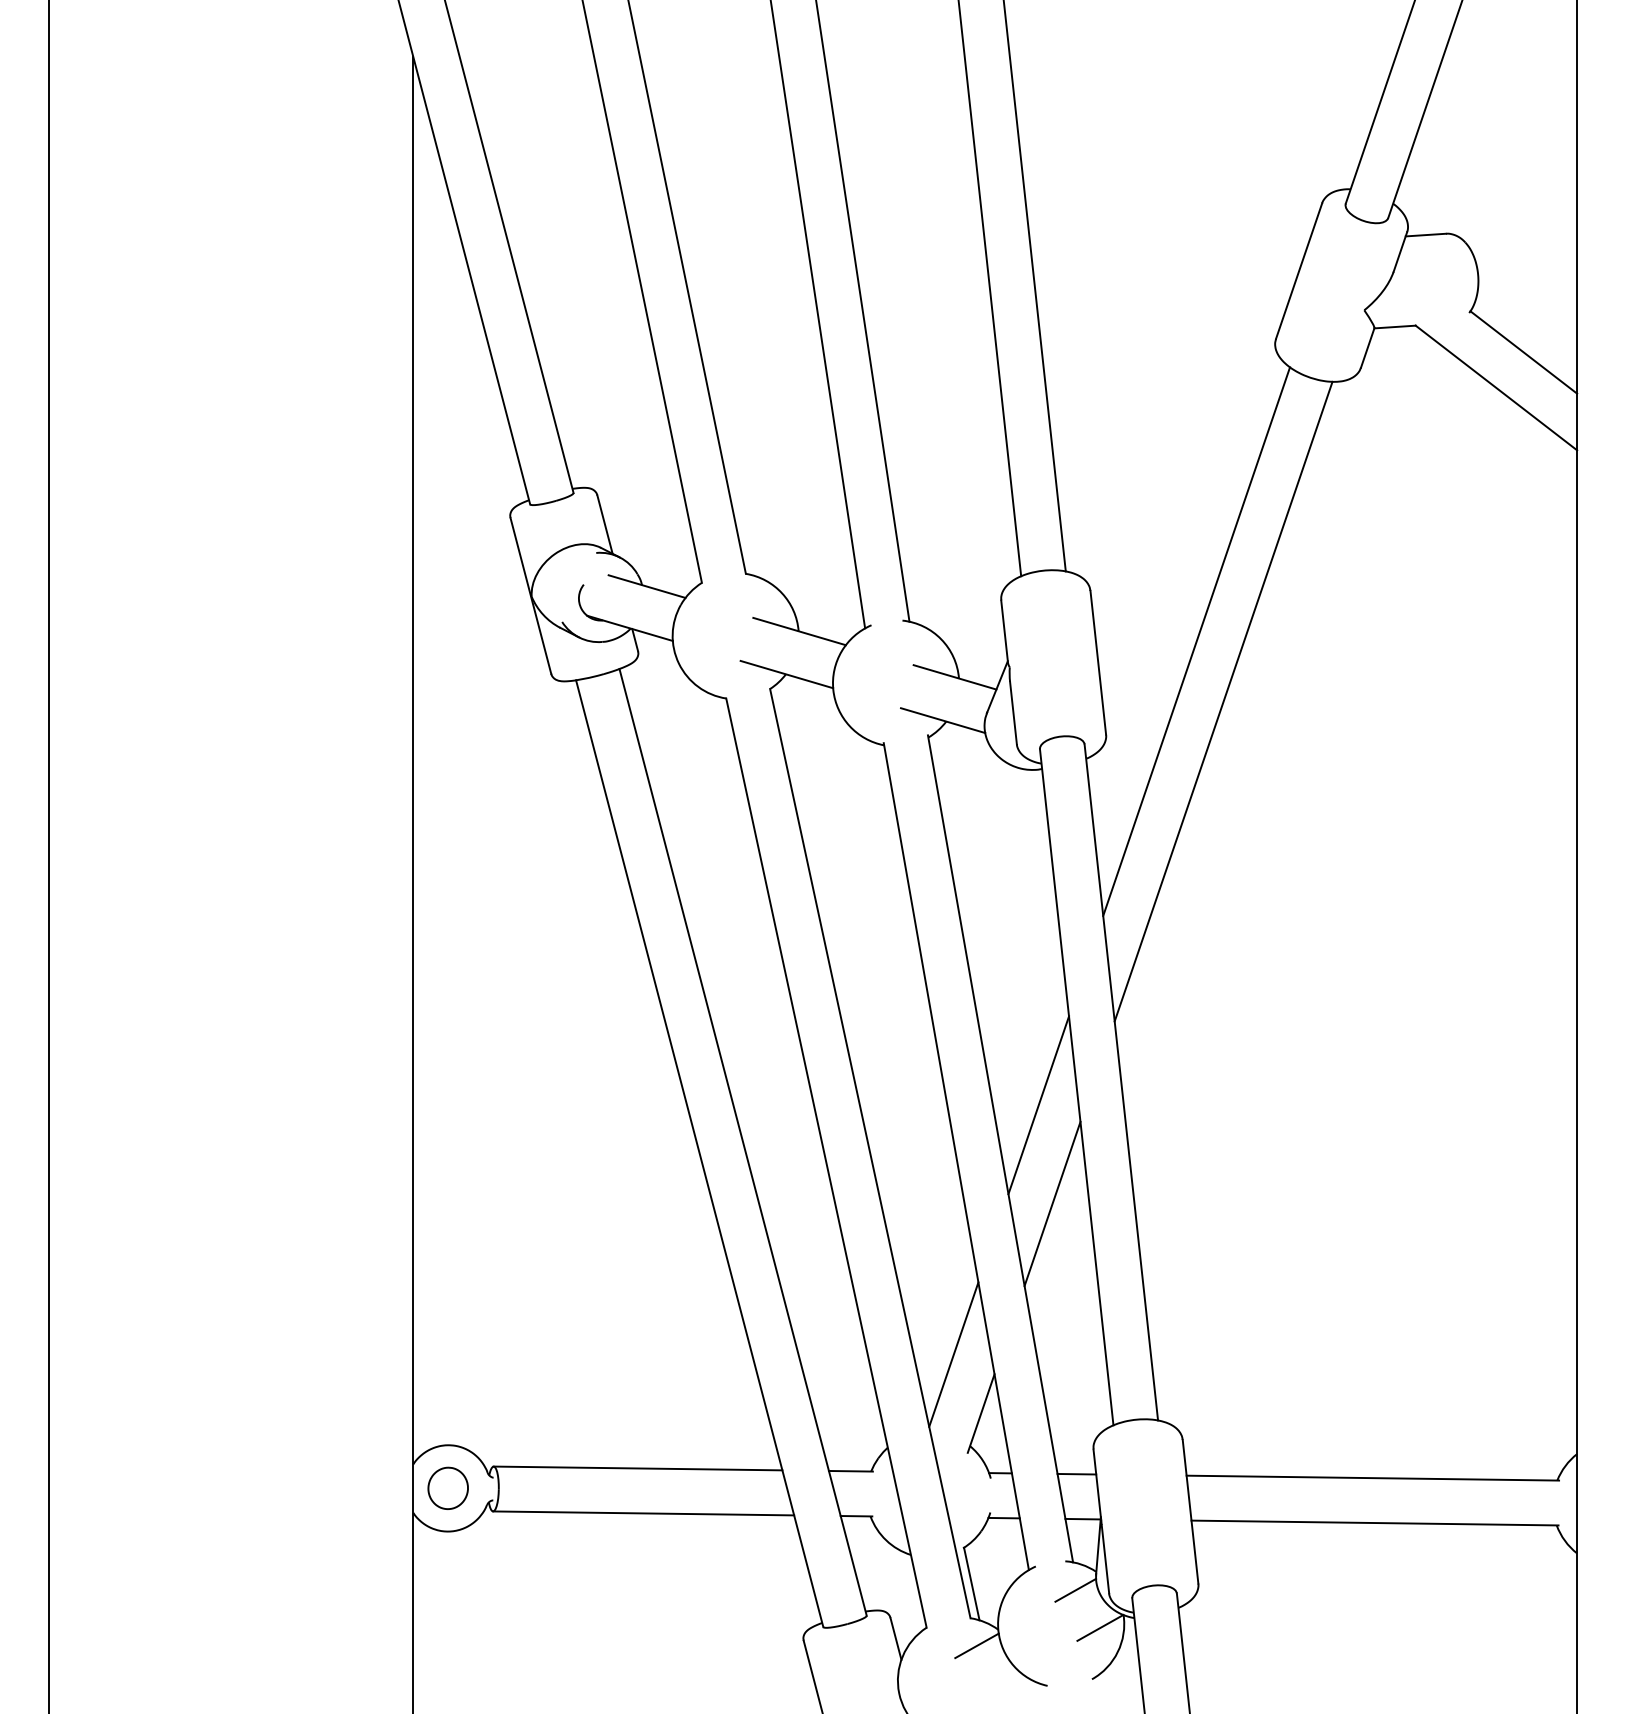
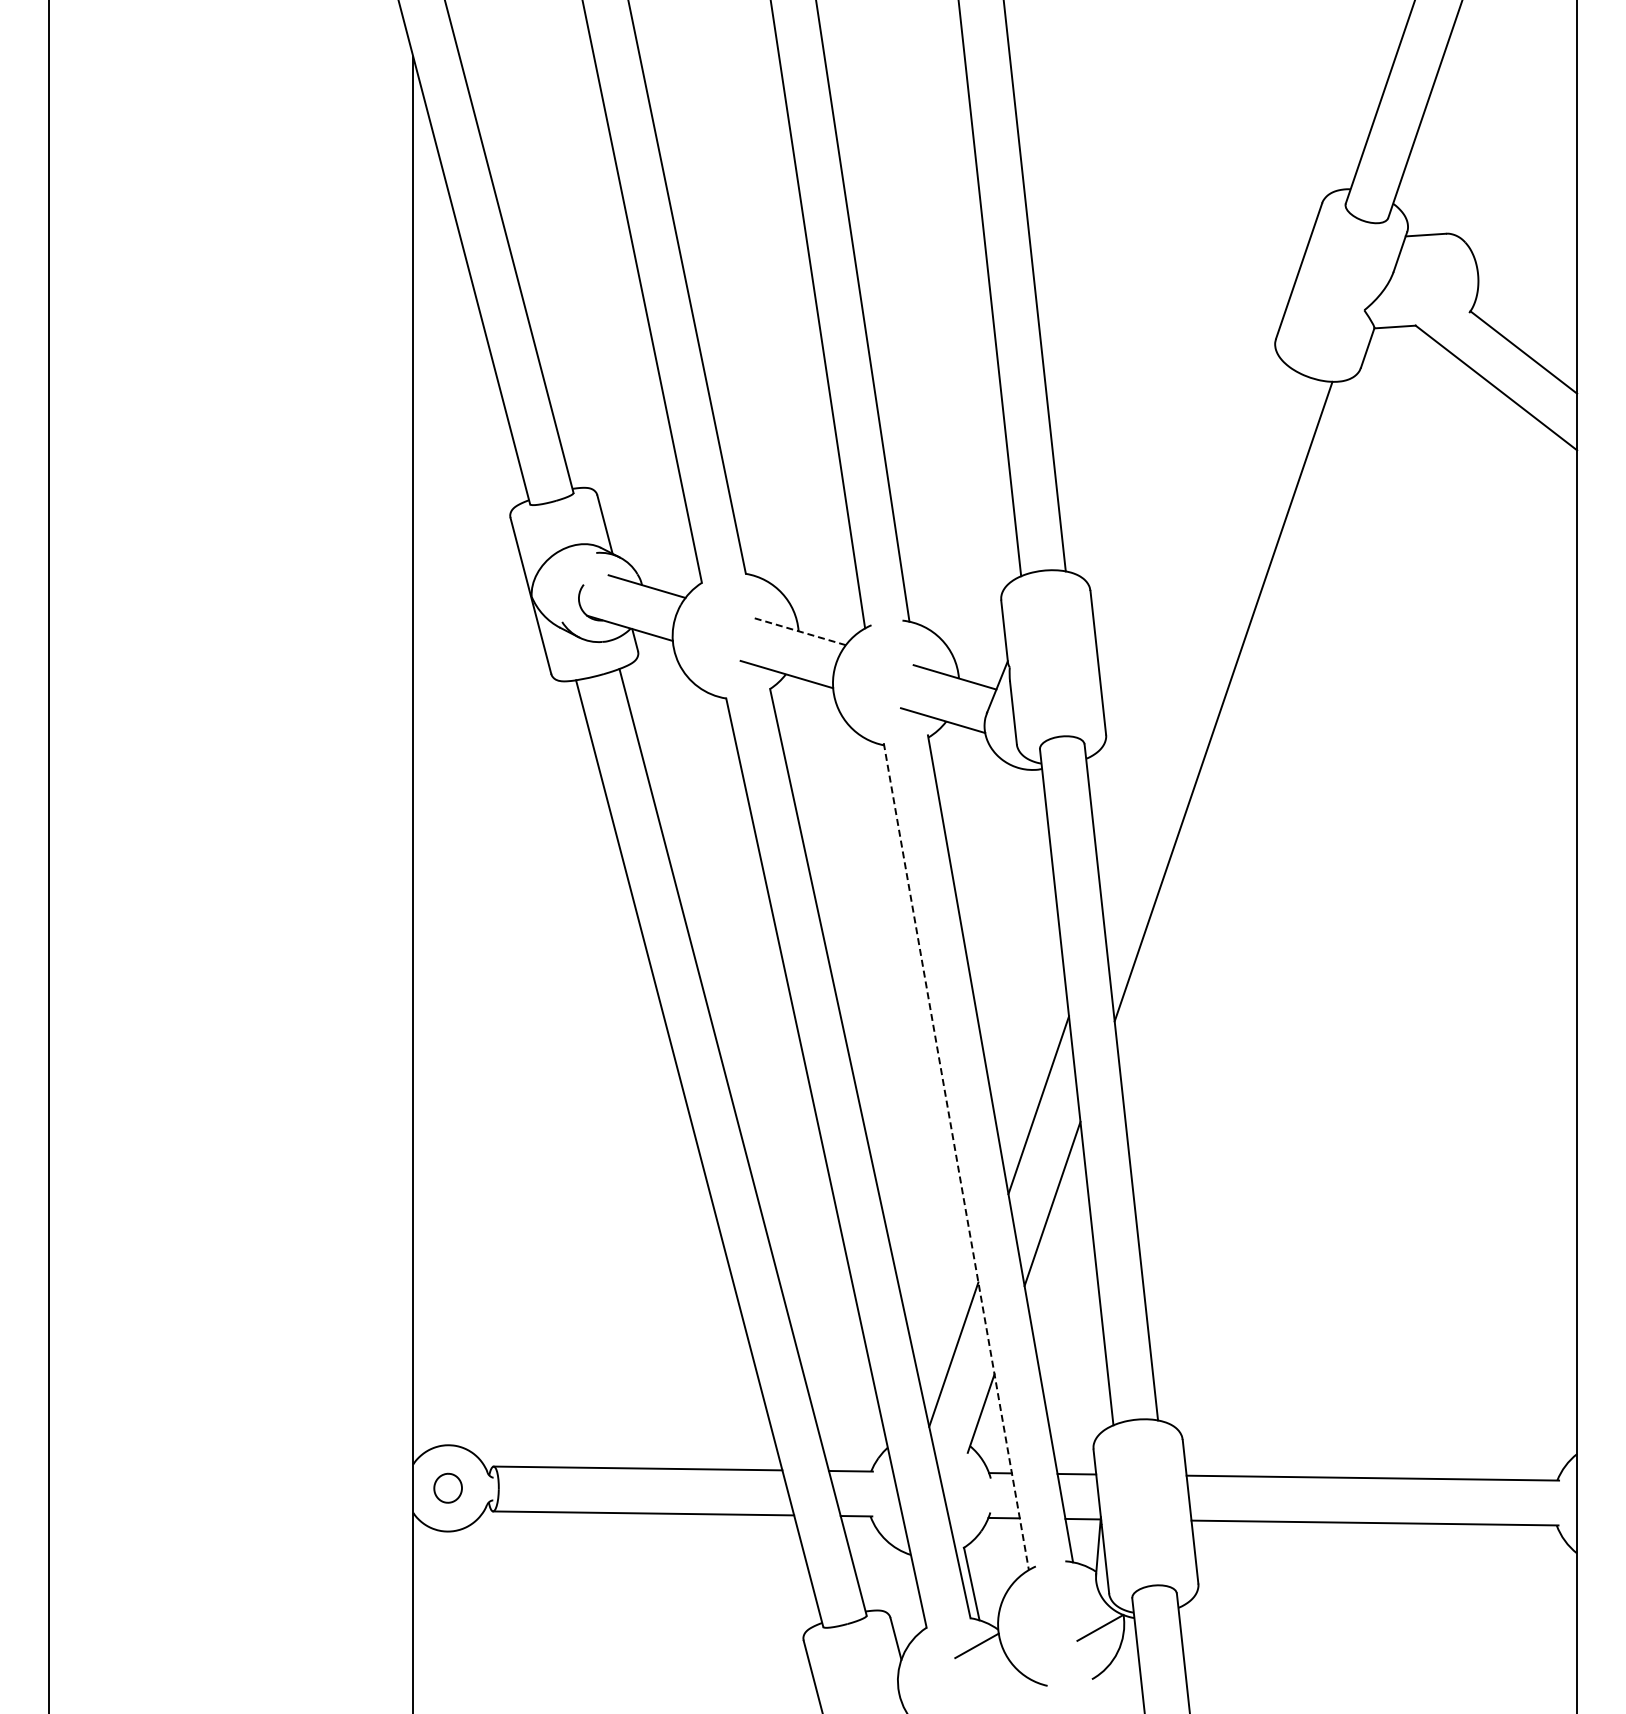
line at (799, 631): solid -> dashed
line at (1196, 641): present -> none
line at (956, 1156): solid -> dashed
part at (447, 1487) size: 42x44 px -> 30x32 px
line at (1075, 1589): present -> none
